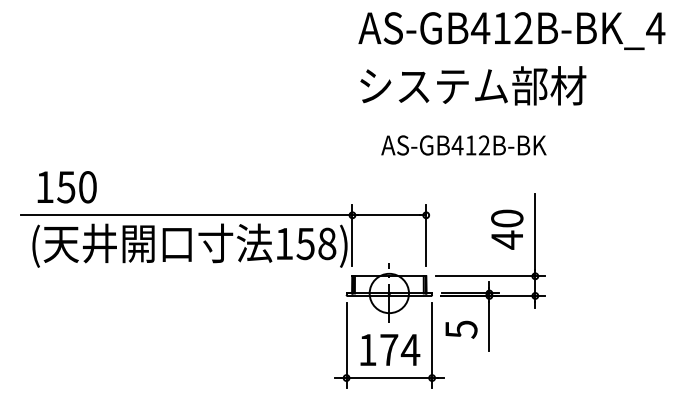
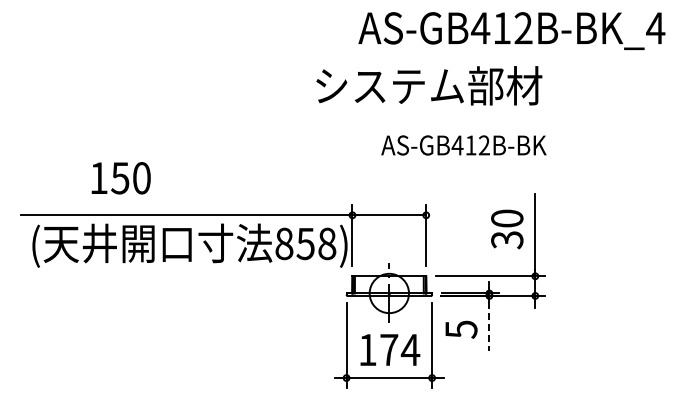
text at (473, 85) position: (473, 85) -> (429, 85)
text at (66, 187) position: (66, 187) -> (120, 178)
text at (507, 239): 40 -> 30
text at (284, 243): 158) -> 858)
line at (489, 326): solid -> dashed
